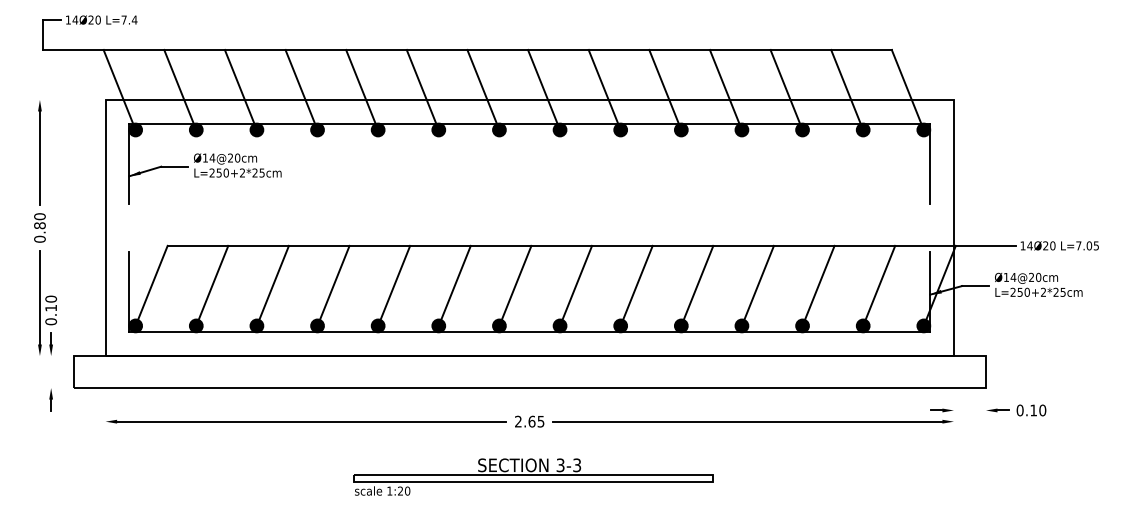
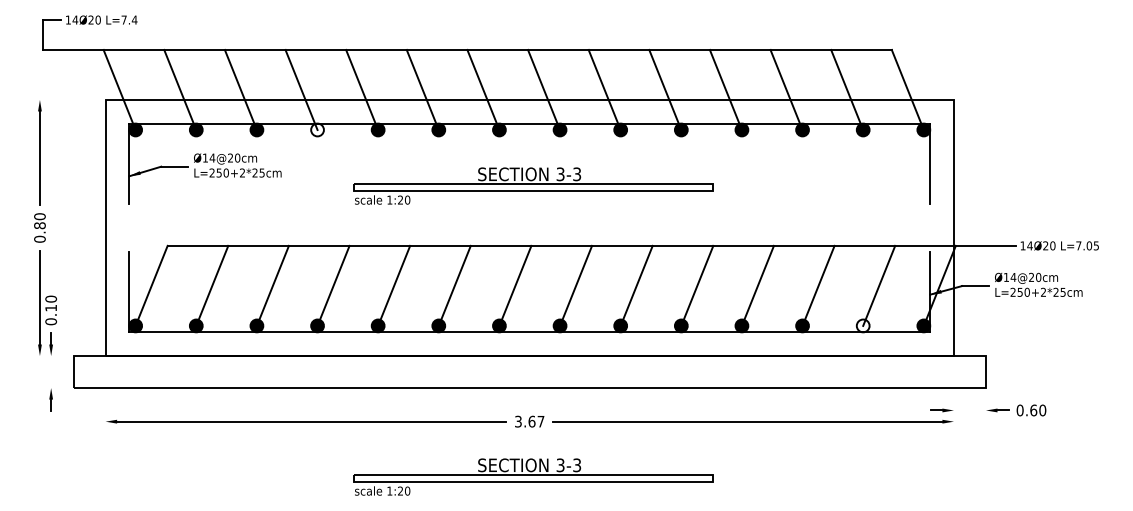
fill at (317, 129): present -> none
part at (533, 185): none -> present
fill at (862, 325): present -> none
text at (1033, 410): 0.10 -> 0.60
text at (529, 421): 2.65 -> 3.67
